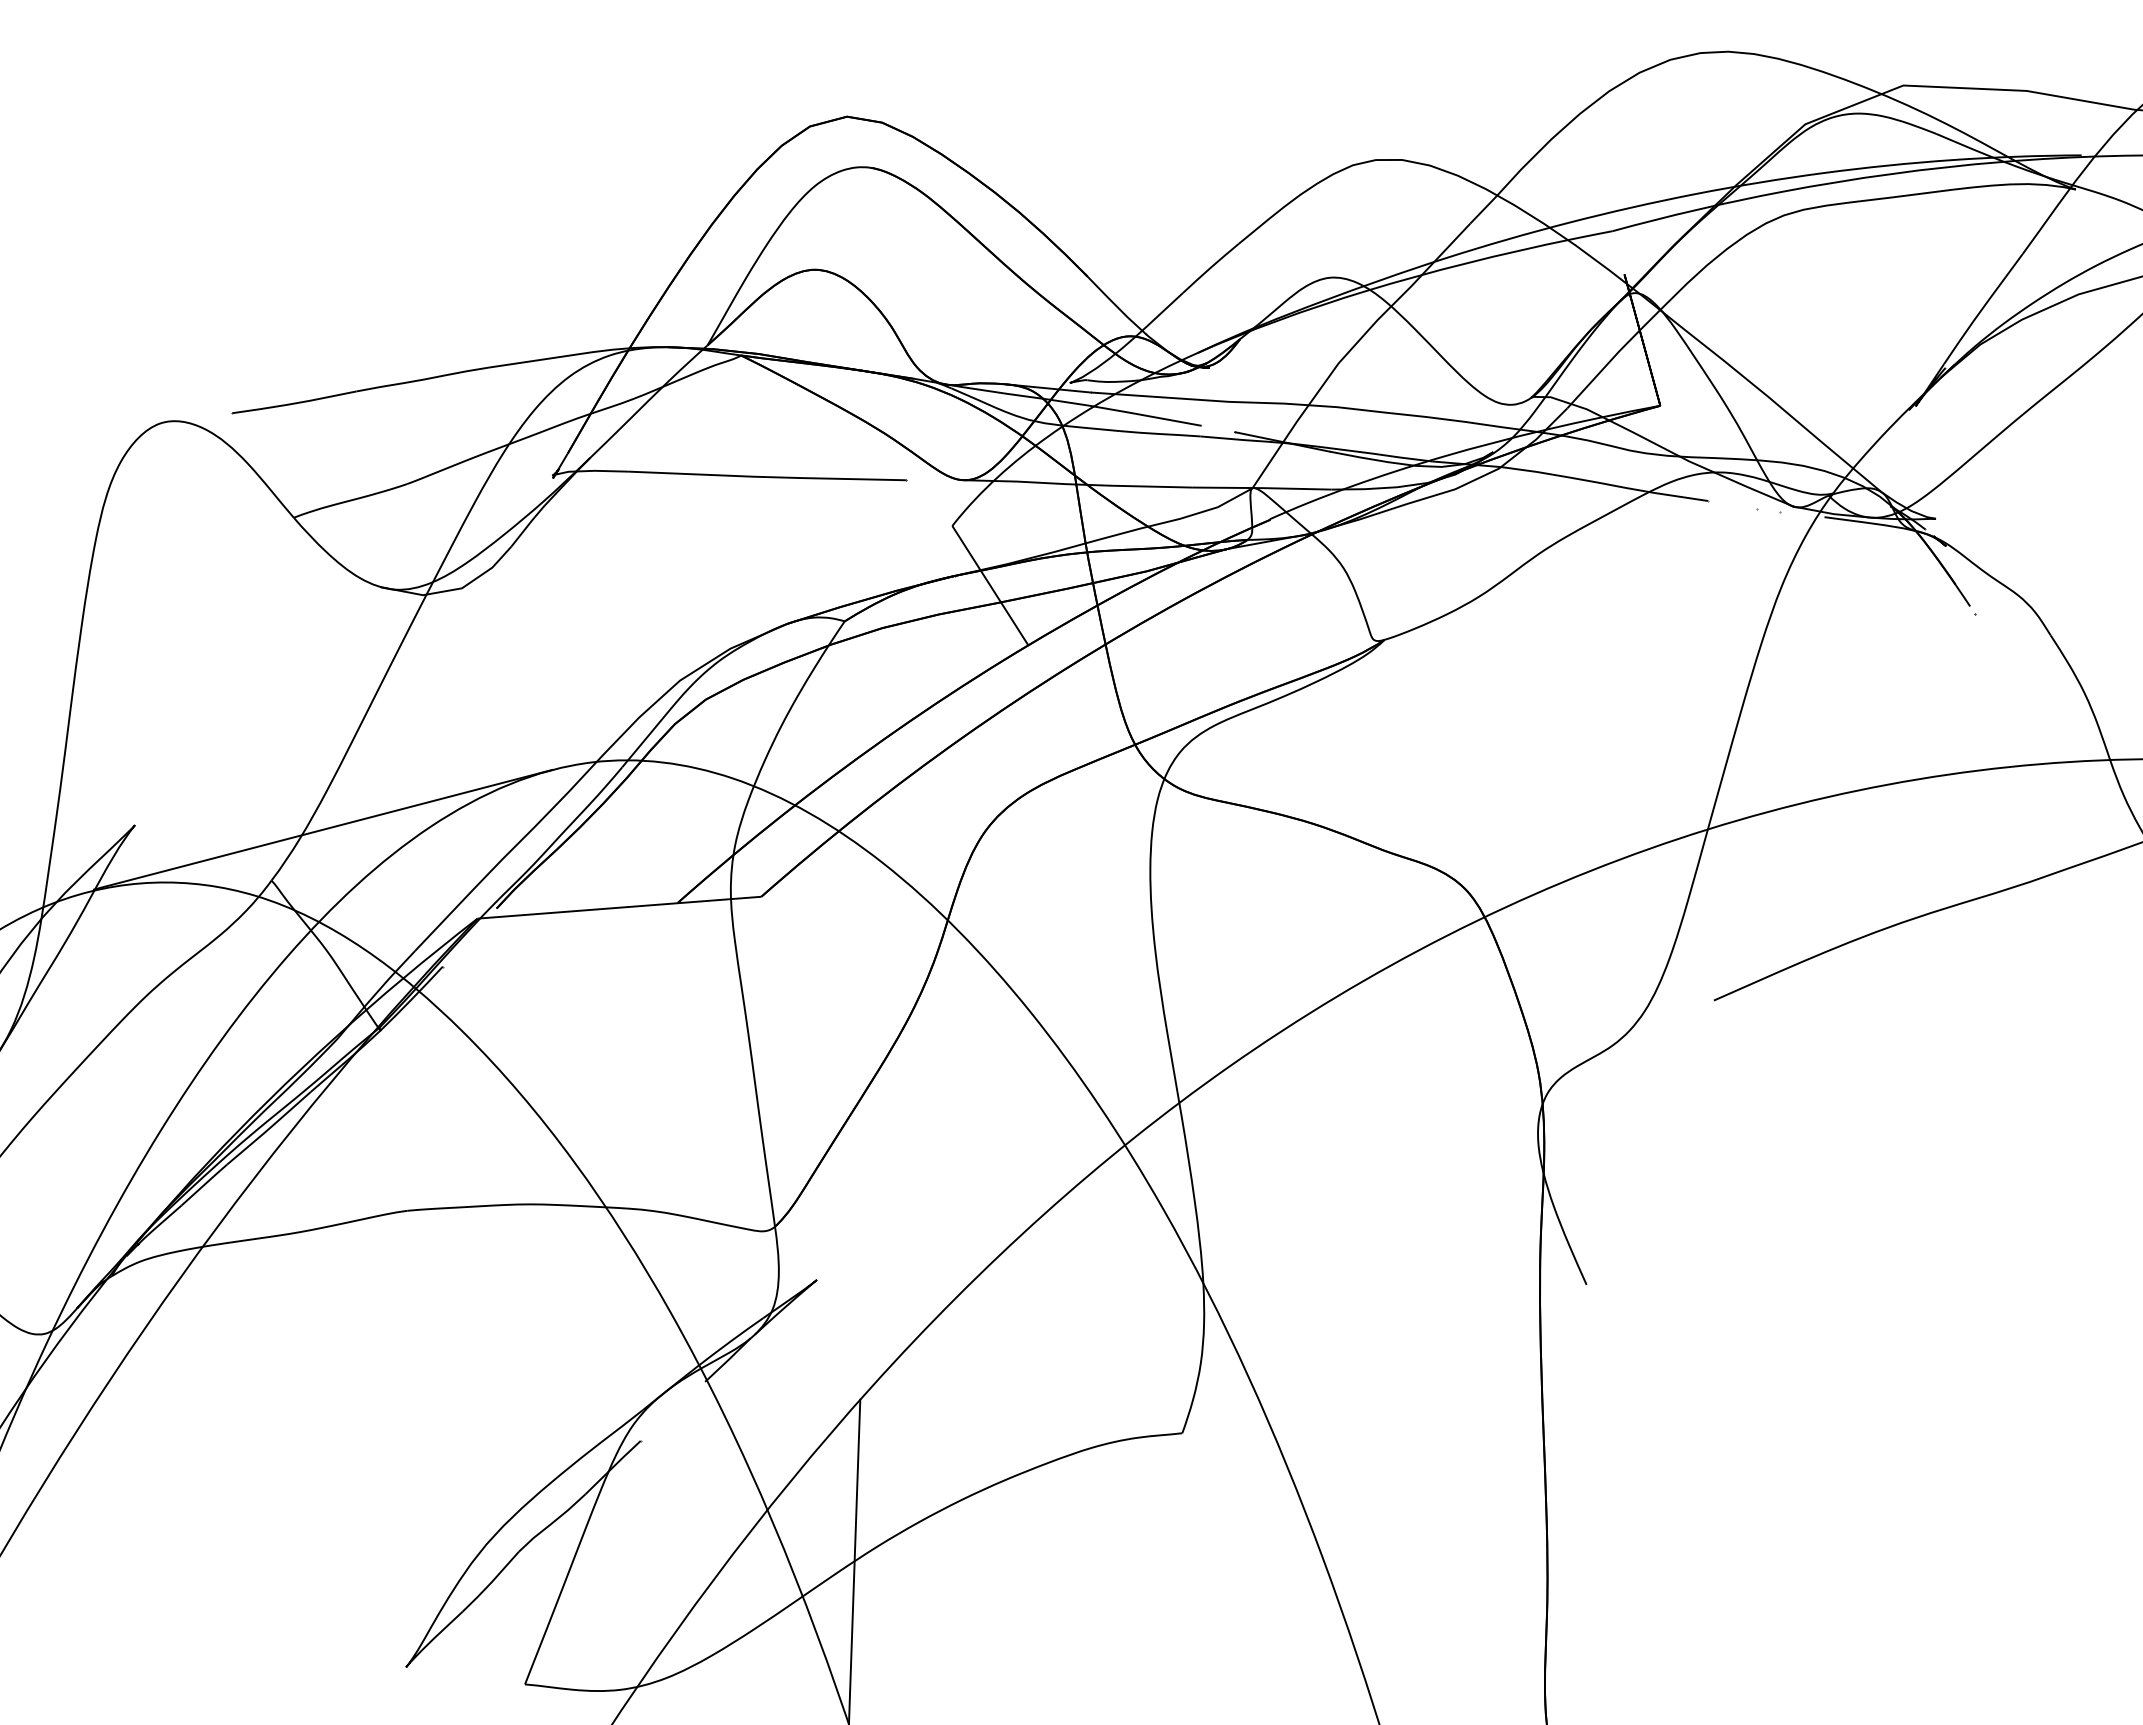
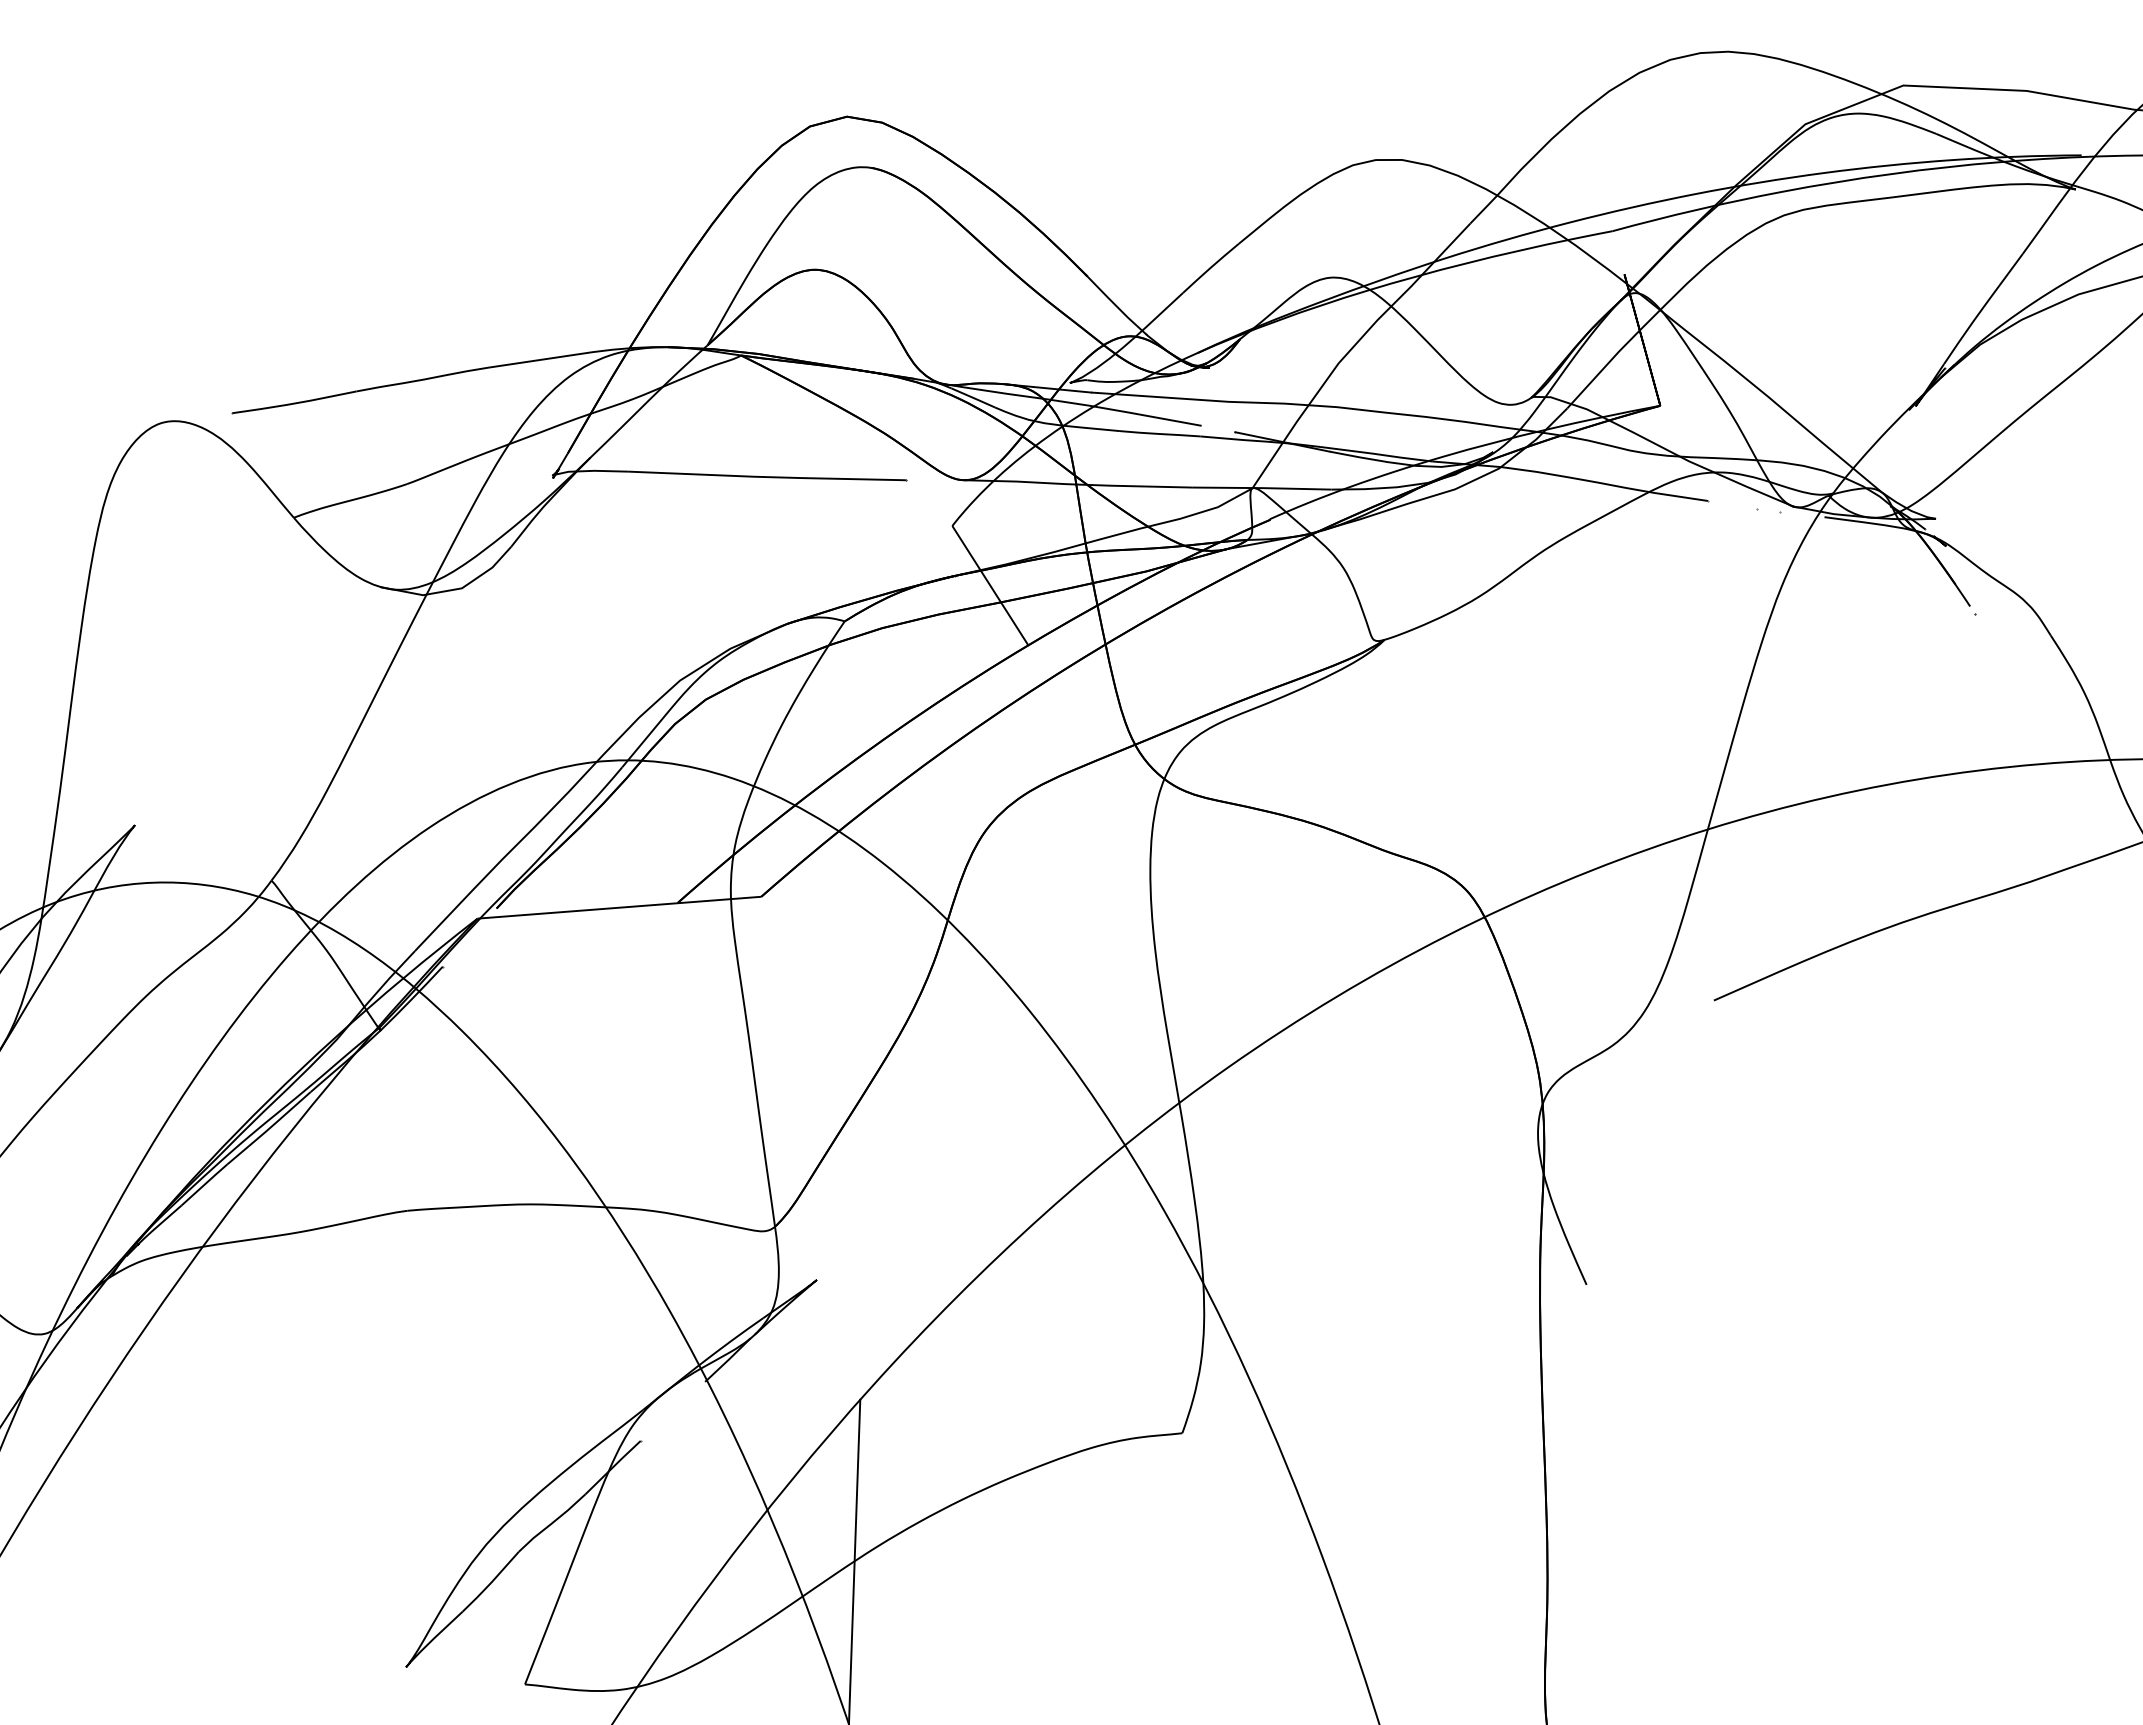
line at (323, 829): present -> none
